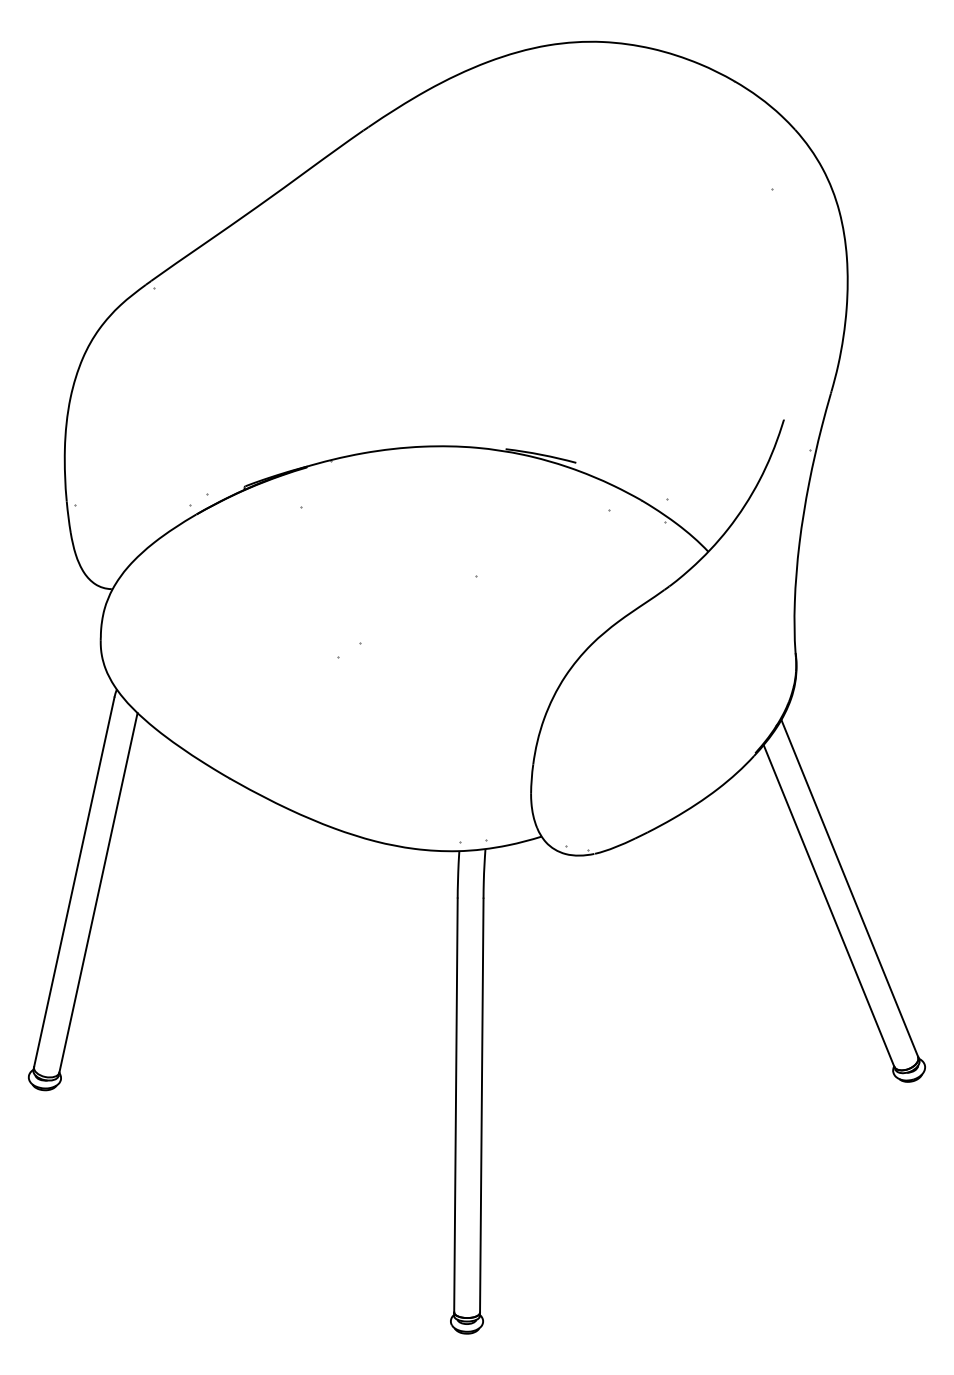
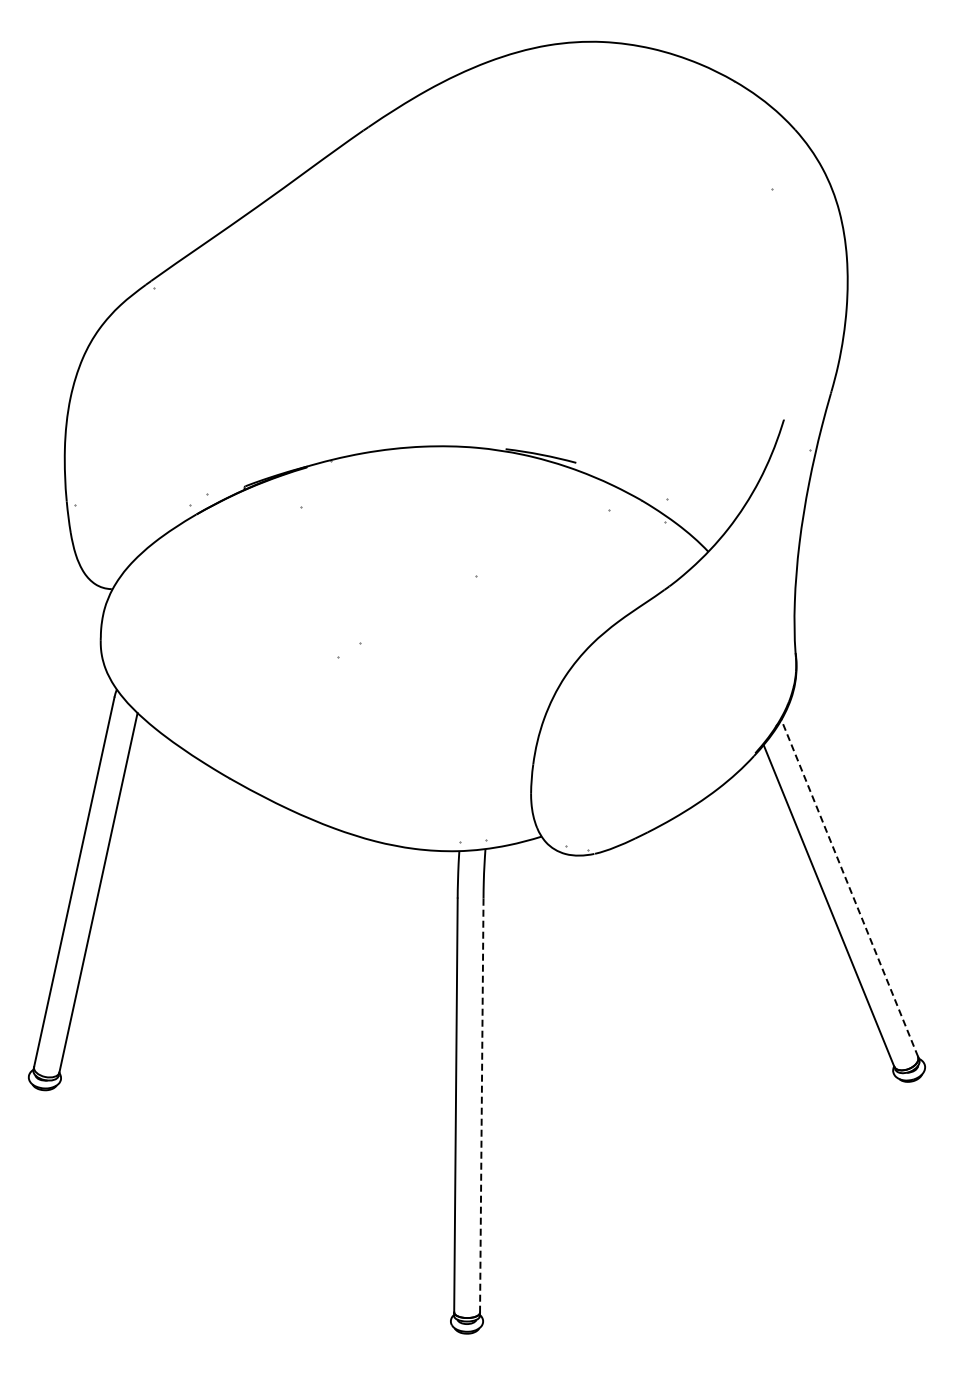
line at (849, 888): solid -> dashed
line at (481, 1105): solid -> dashed
